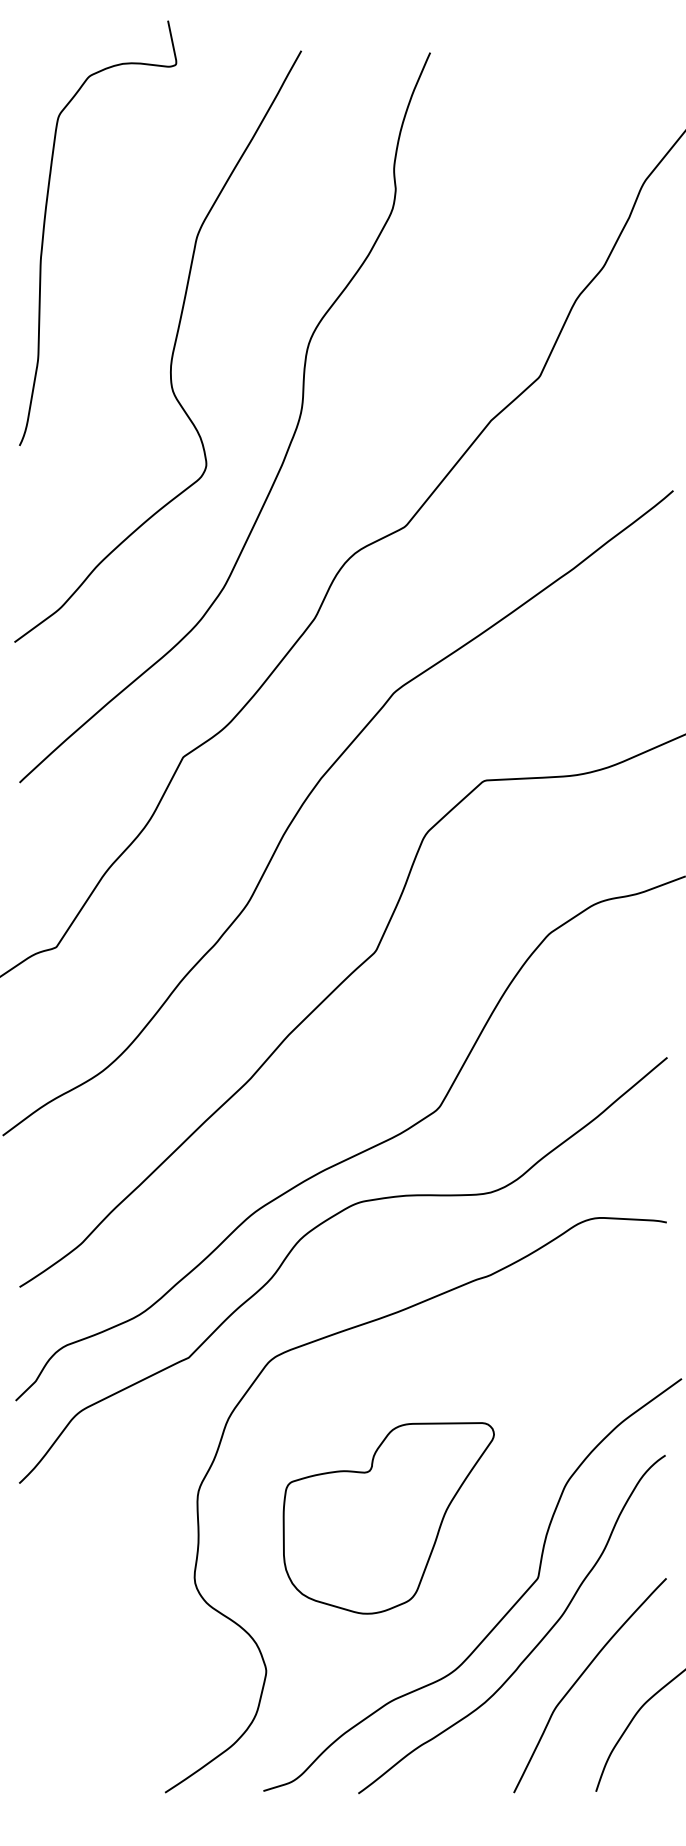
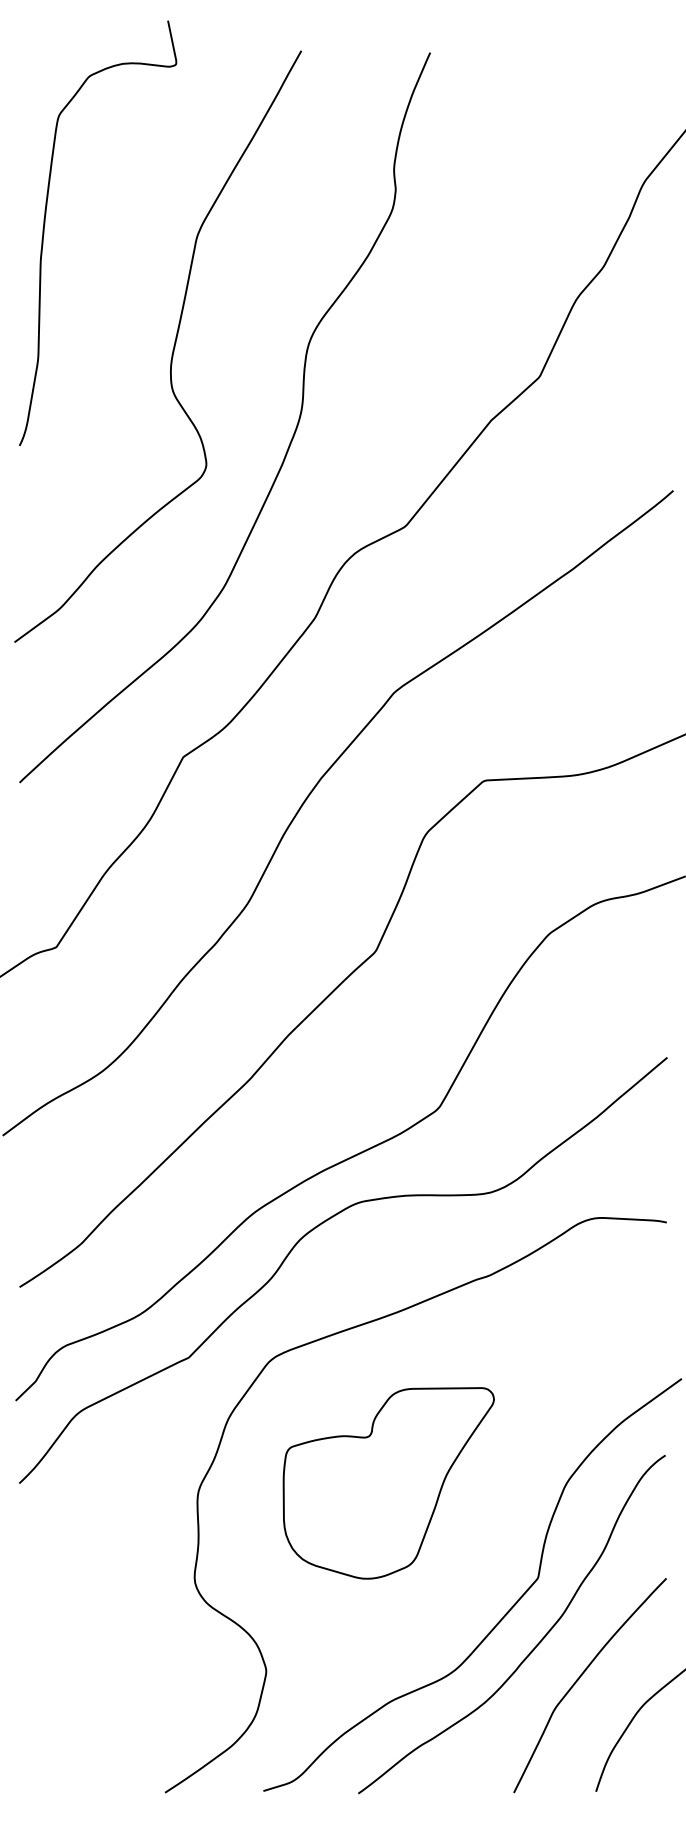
part at (388, 1518) position: (388, 1518) -> (388, 1483)
